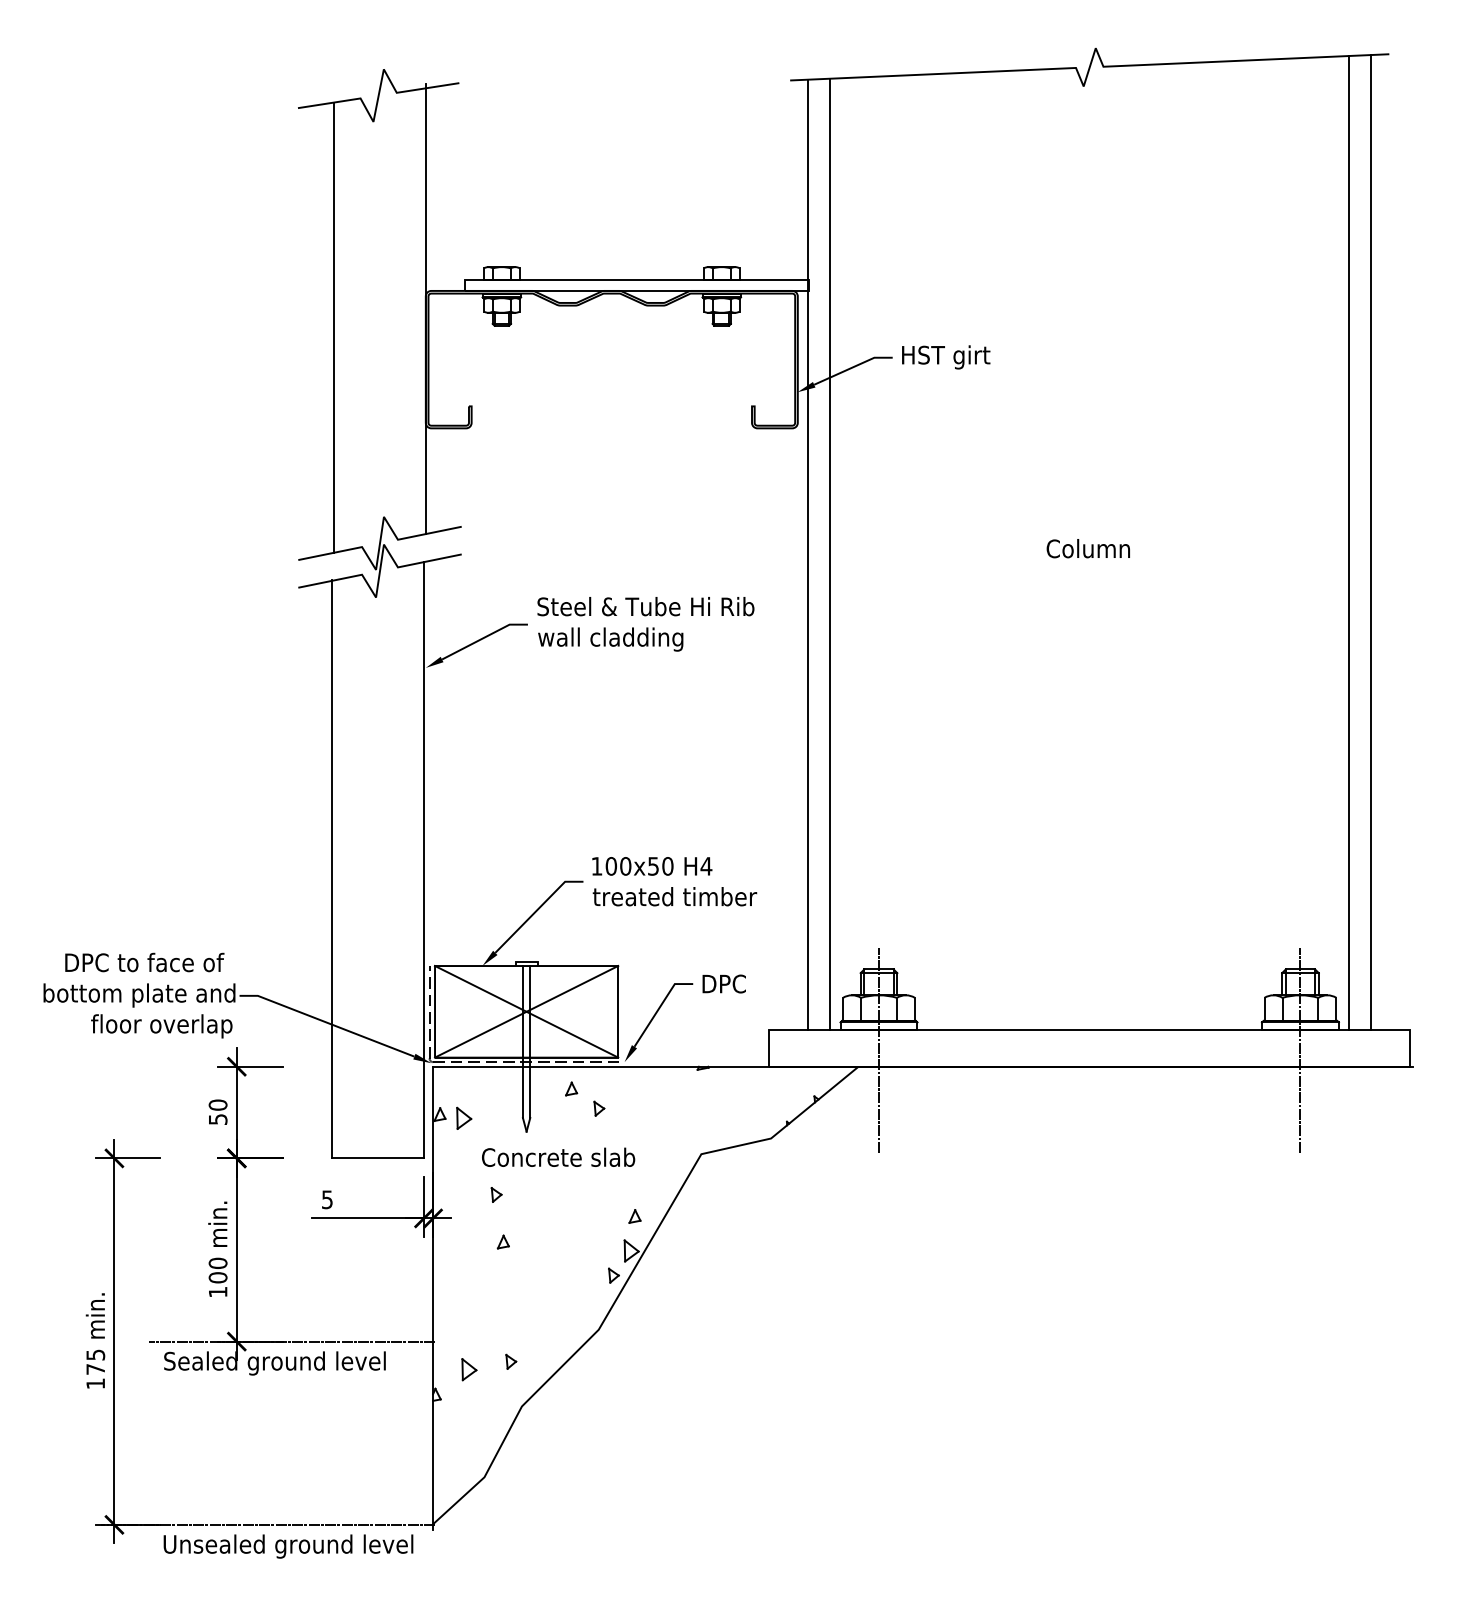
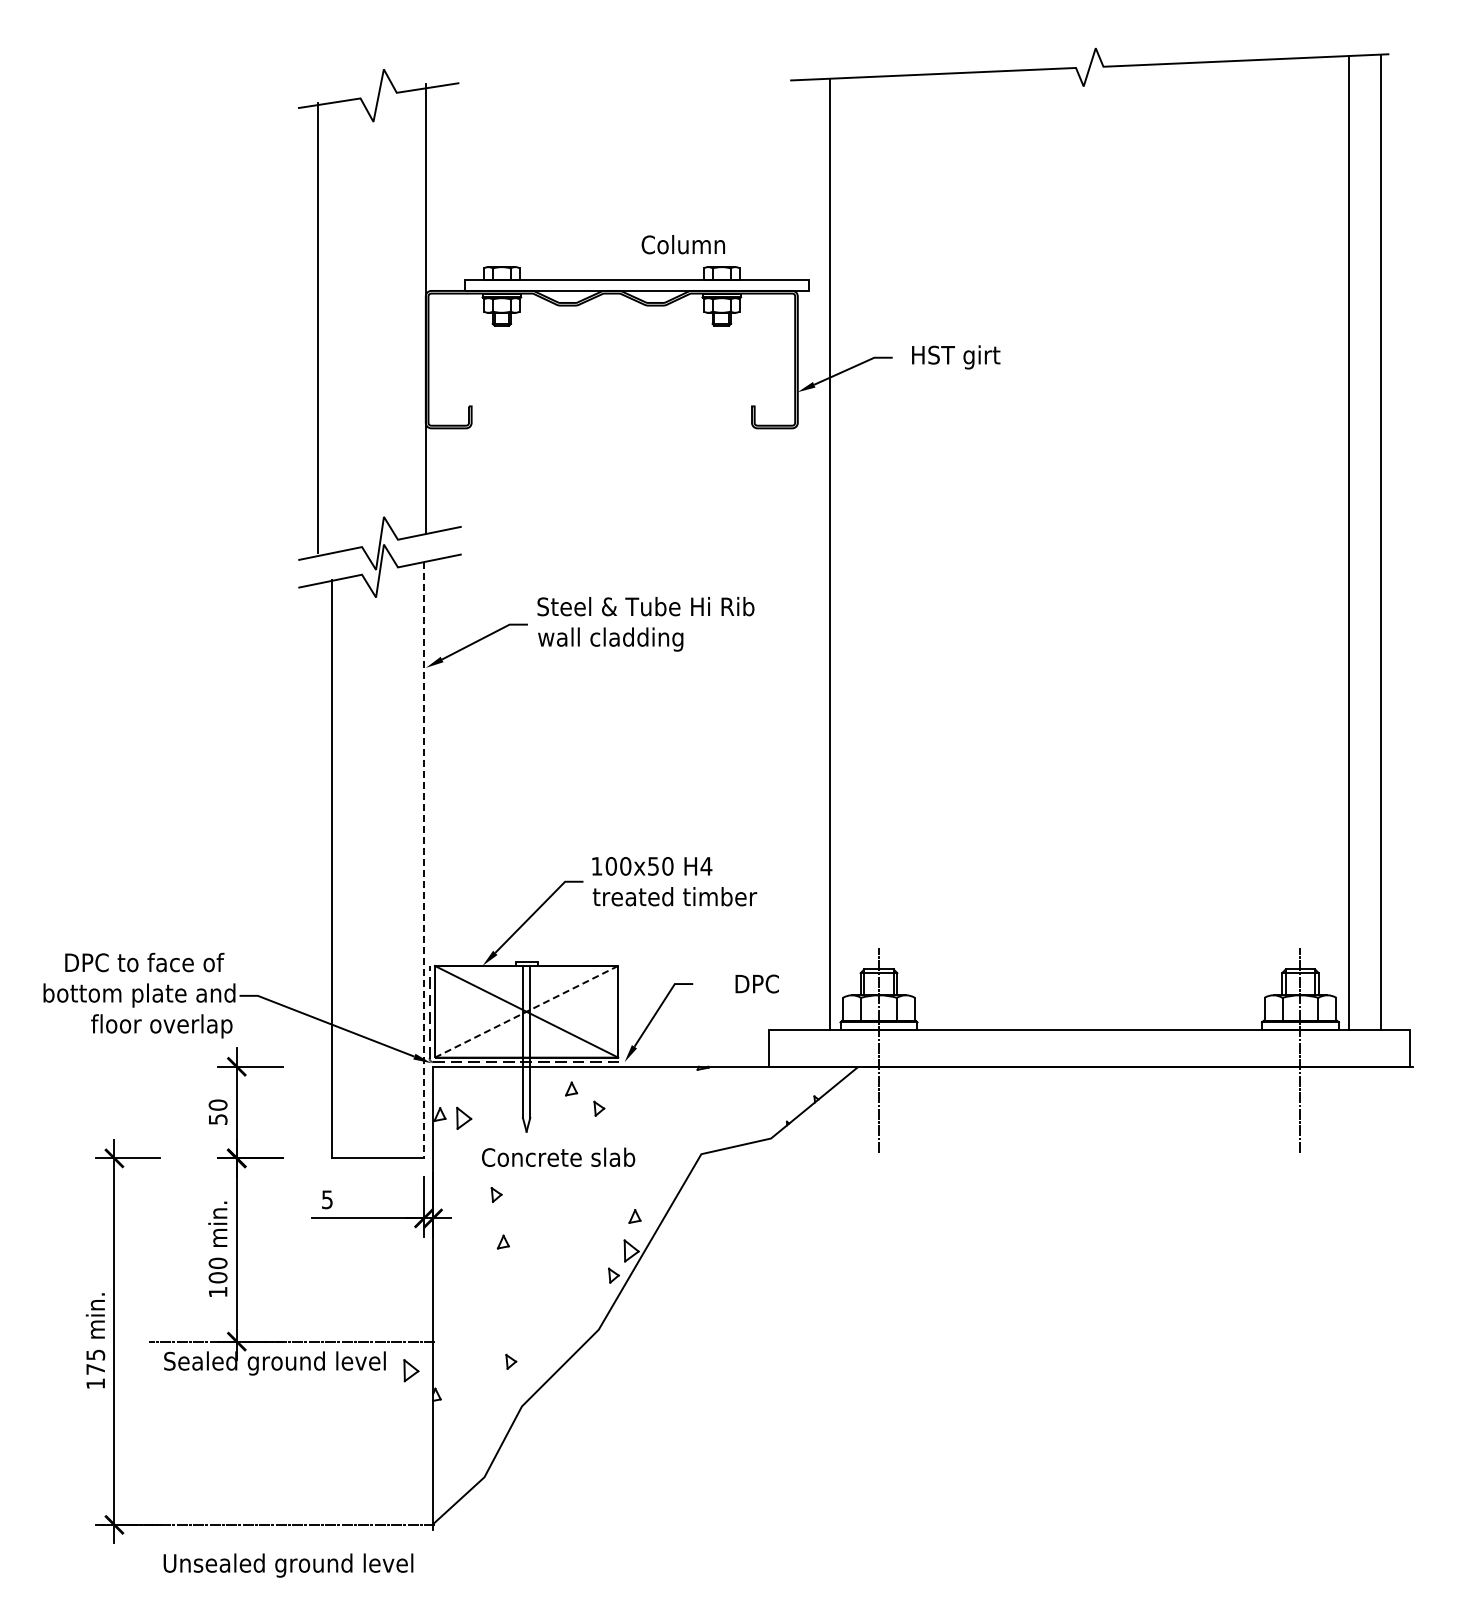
line at (334, 327) position: (334, 327) -> (318, 327)
text at (946, 357) position: (946, 357) -> (956, 357)
line at (1371, 542) position: (1371, 542) -> (1381, 542)
text at (1087, 548) position: (1087, 548) -> (682, 244)
line at (808, 554): present -> none
line at (424, 860): solid -> dashed
text at (723, 983) position: (723, 983) -> (756, 983)
line at (527, 1011): solid -> dashed
part at (469, 1369) position: (469, 1369) -> (411, 1370)
text at (288, 1546) position: (288, 1546) -> (288, 1565)
